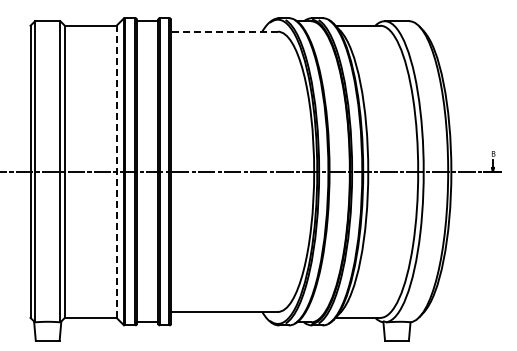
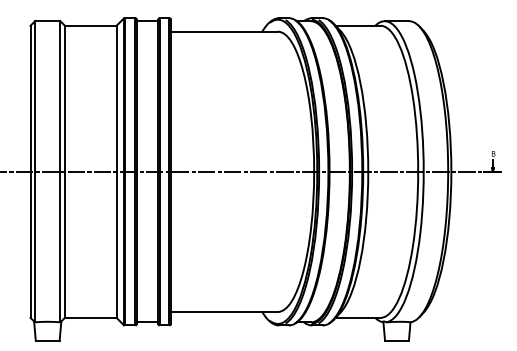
line at (223, 31): dashed -> solid
line at (116, 171): dashed -> solid
